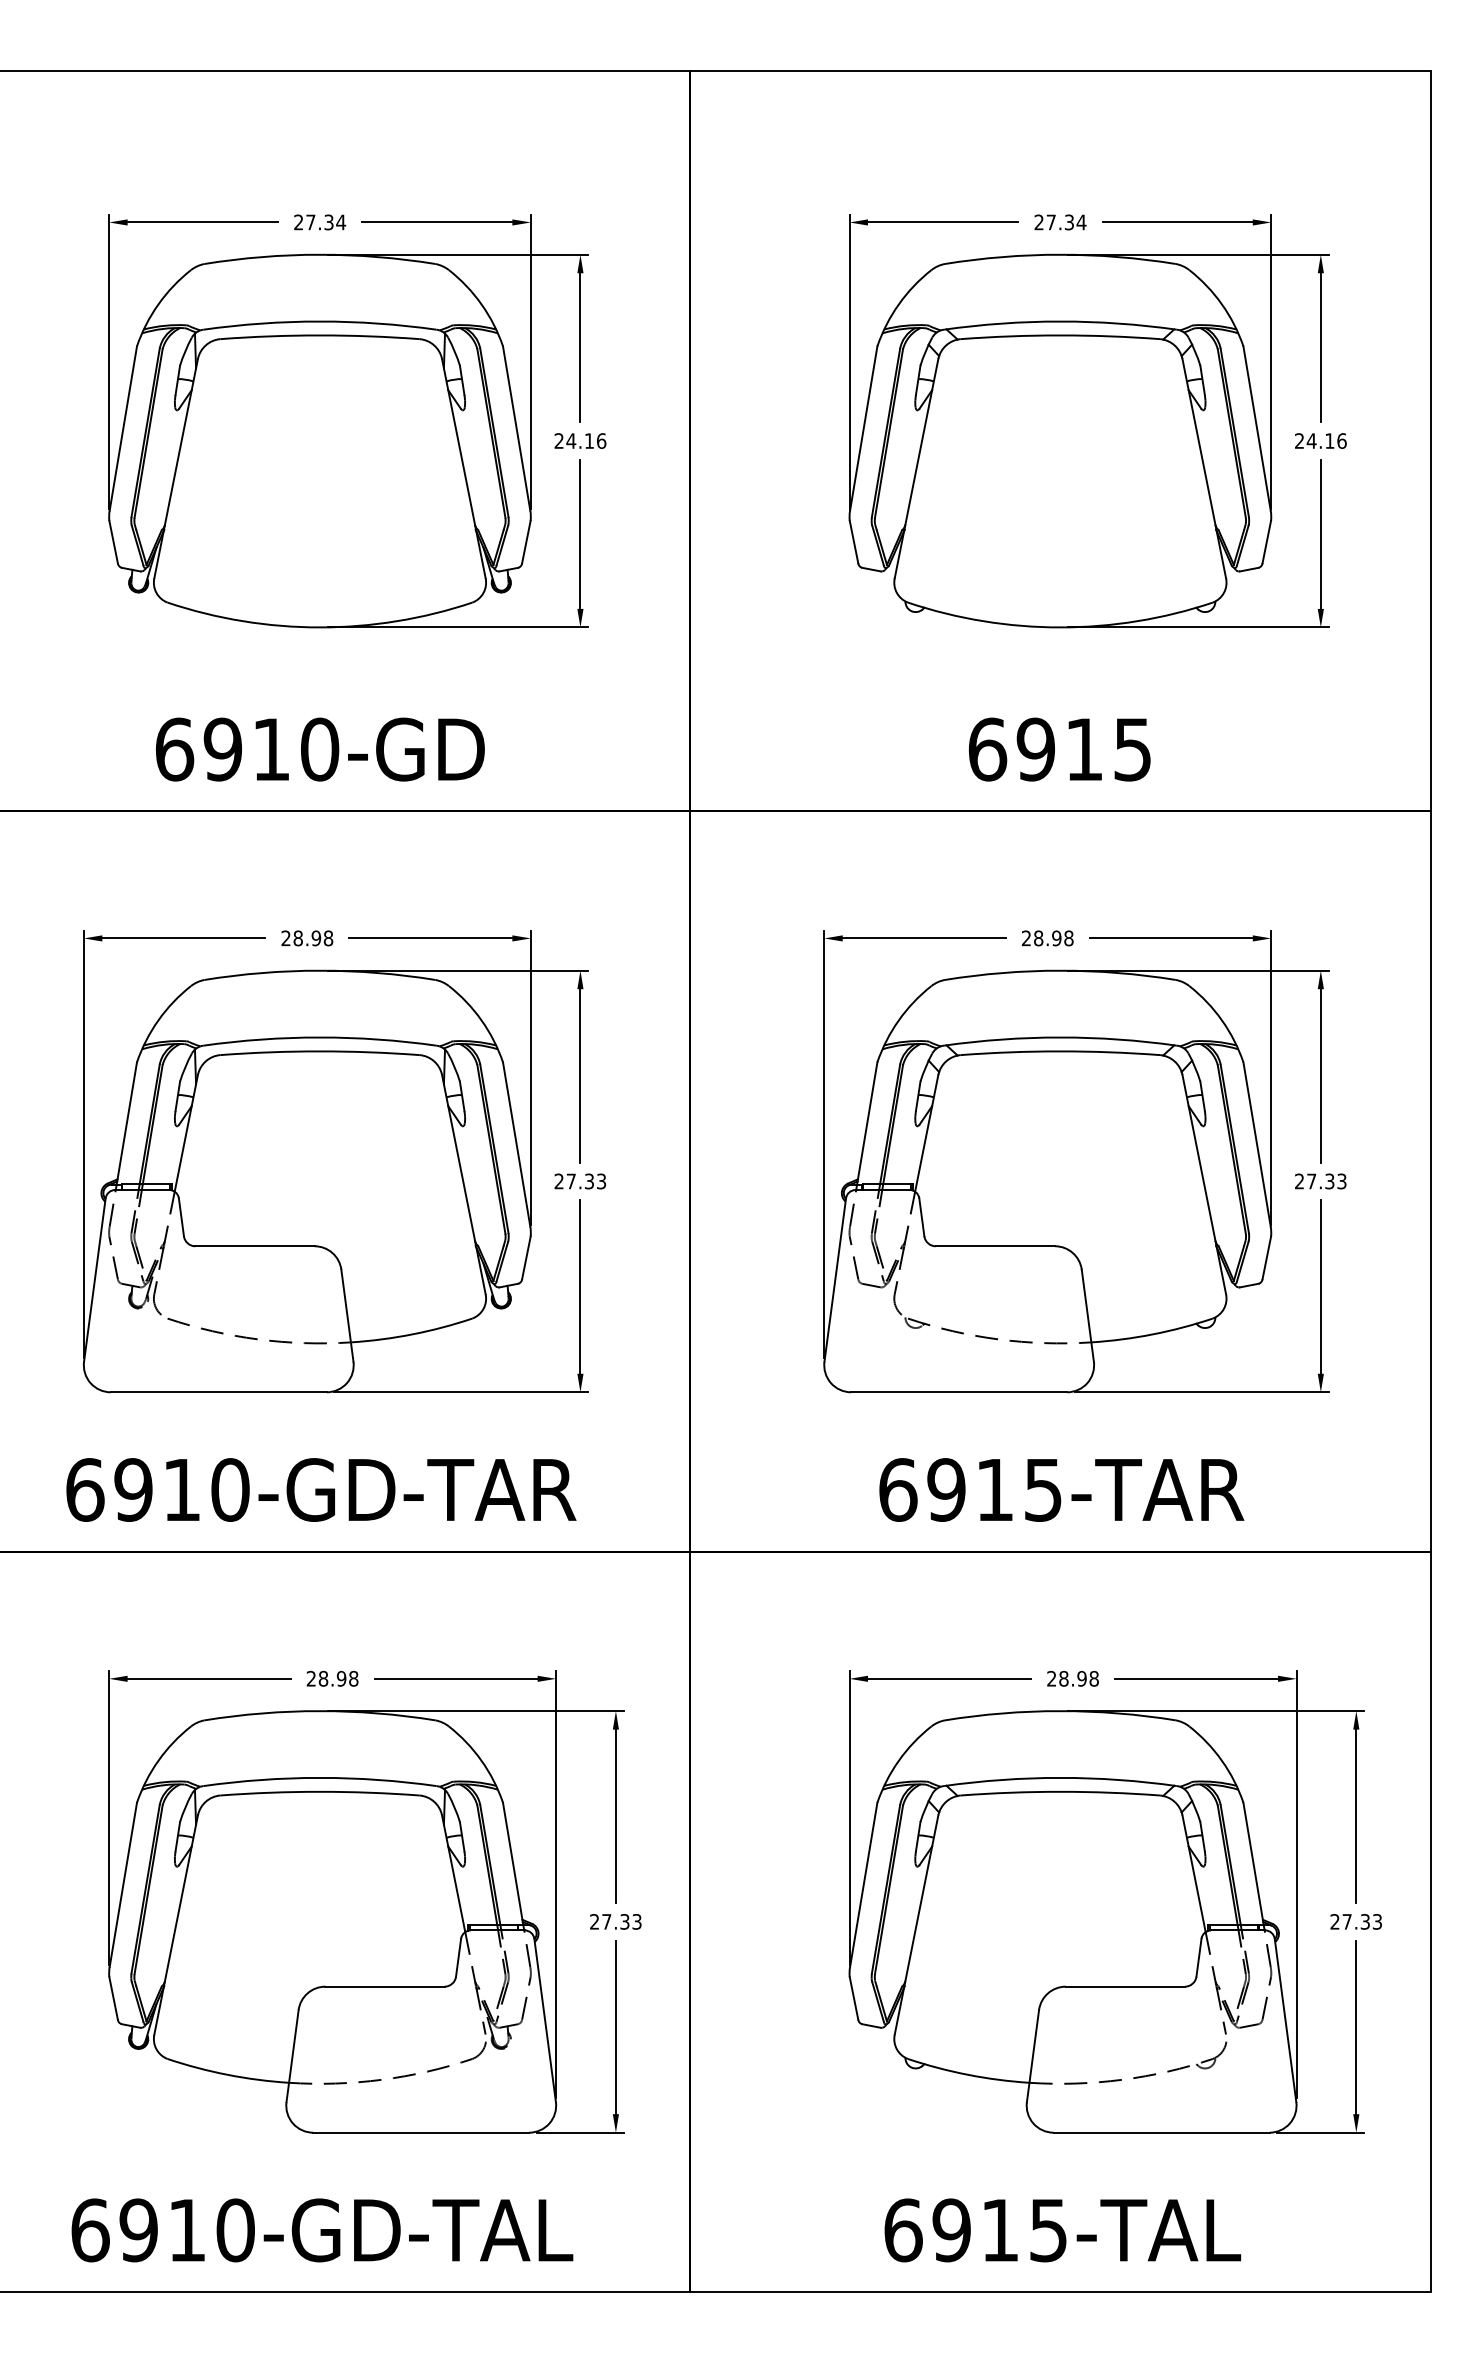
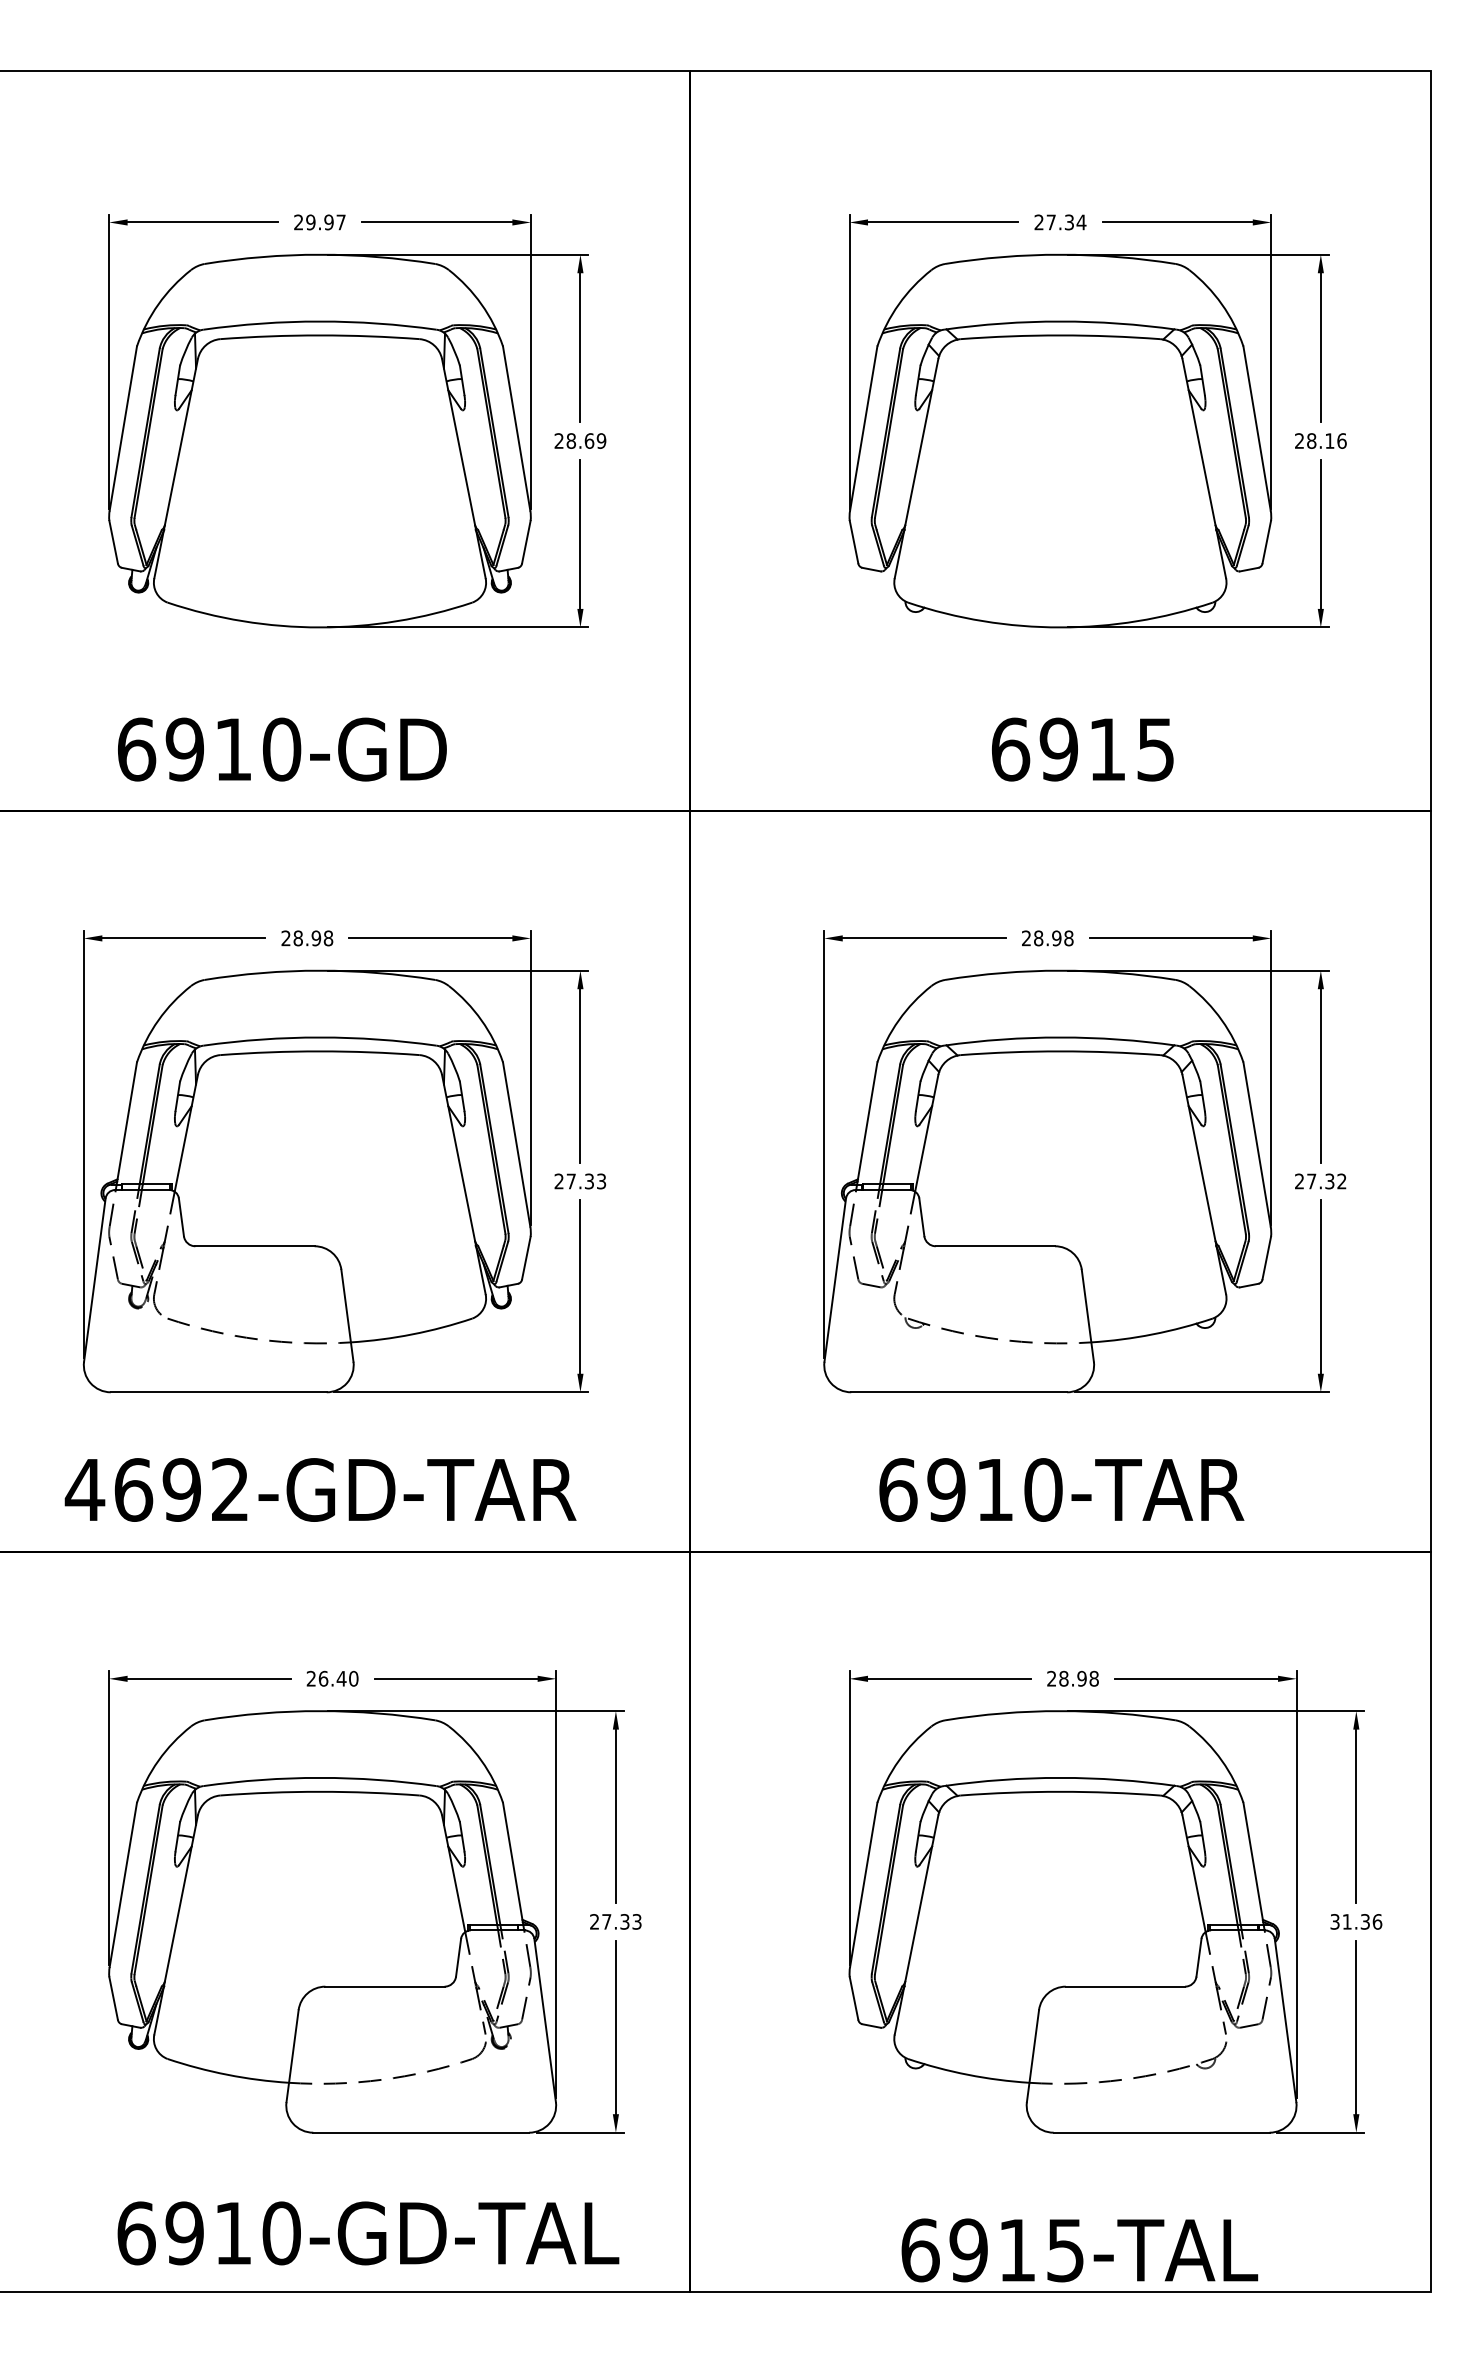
text at (326, 222): 27.34 -> 29.97
text at (586, 440): 24.16 -> 28.69
text at (1311, 440): 24.16 -> 28.16
text at (320, 749) position: (320, 749) -> (282, 749)
text at (1059, 749) position: (1059, 749) -> (1082, 749)
text at (1341, 1181): 27.33 -> 27.32
text at (156, 1489): 6910-GD-TAR -> 4692-GD-TAR
text at (1043, 1489): 6915-TAR -> 6910-TAR
text at (338, 1678): 28.98 -> 26.40
text at (1356, 1921): 27.33 -> 31.36
text at (322, 2230) position: (322, 2230) -> (368, 2233)
text at (1062, 2230) position: (1062, 2230) -> (1079, 2250)
